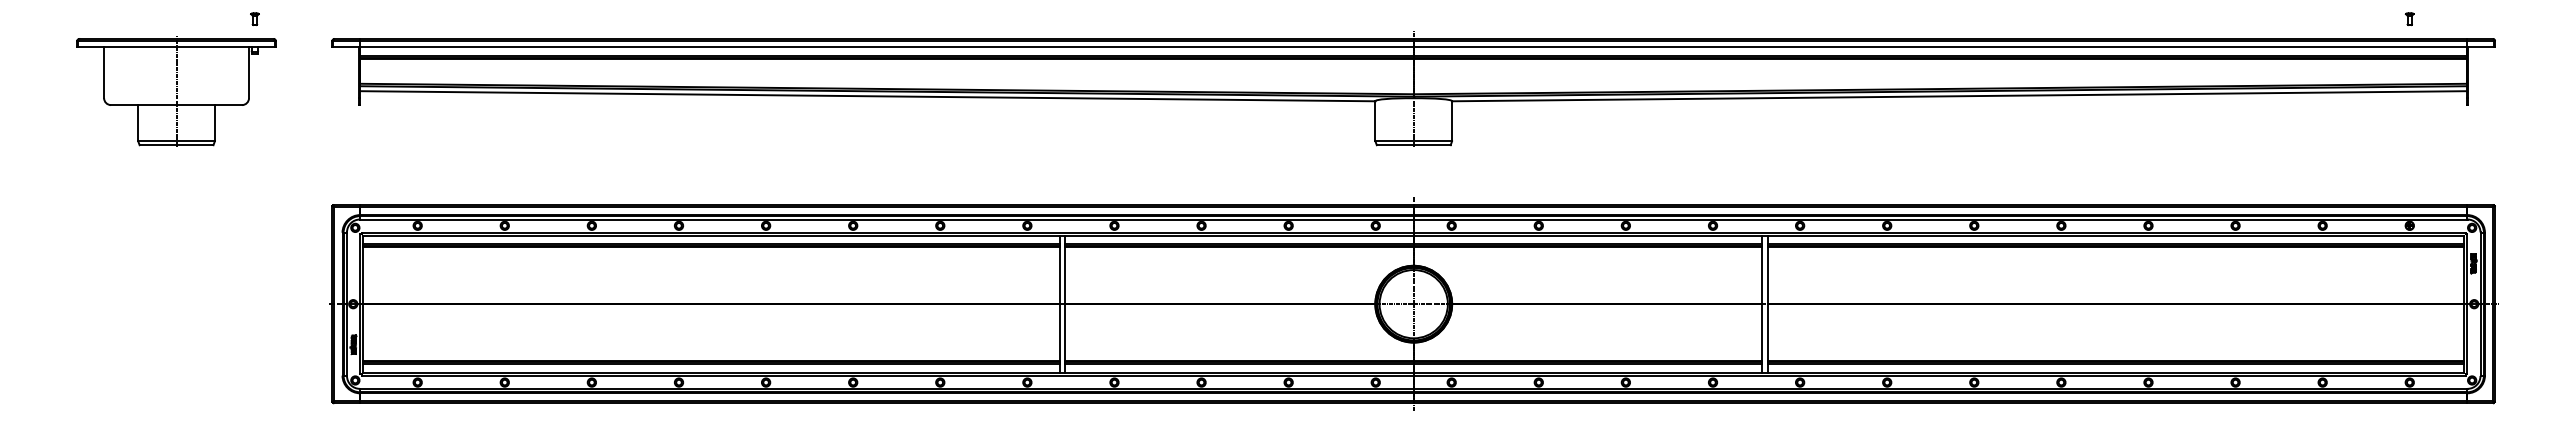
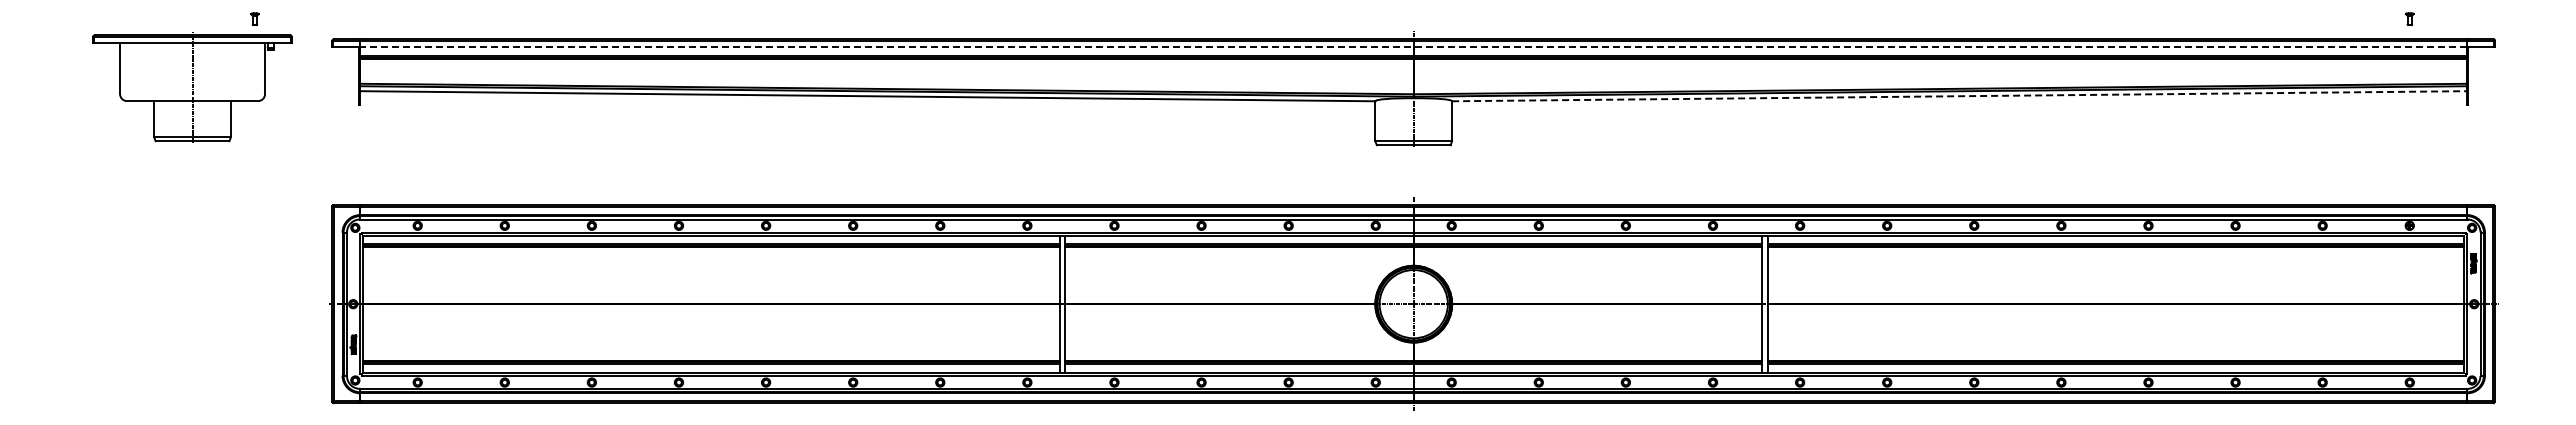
line at (1413, 47): solid -> dashed
part at (176, 91) position: (176, 91) -> (192, 87)
line at (1959, 96): solid -> dashed
